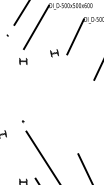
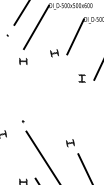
part at (81, 78): none -> present
part at (70, 143): none -> present
